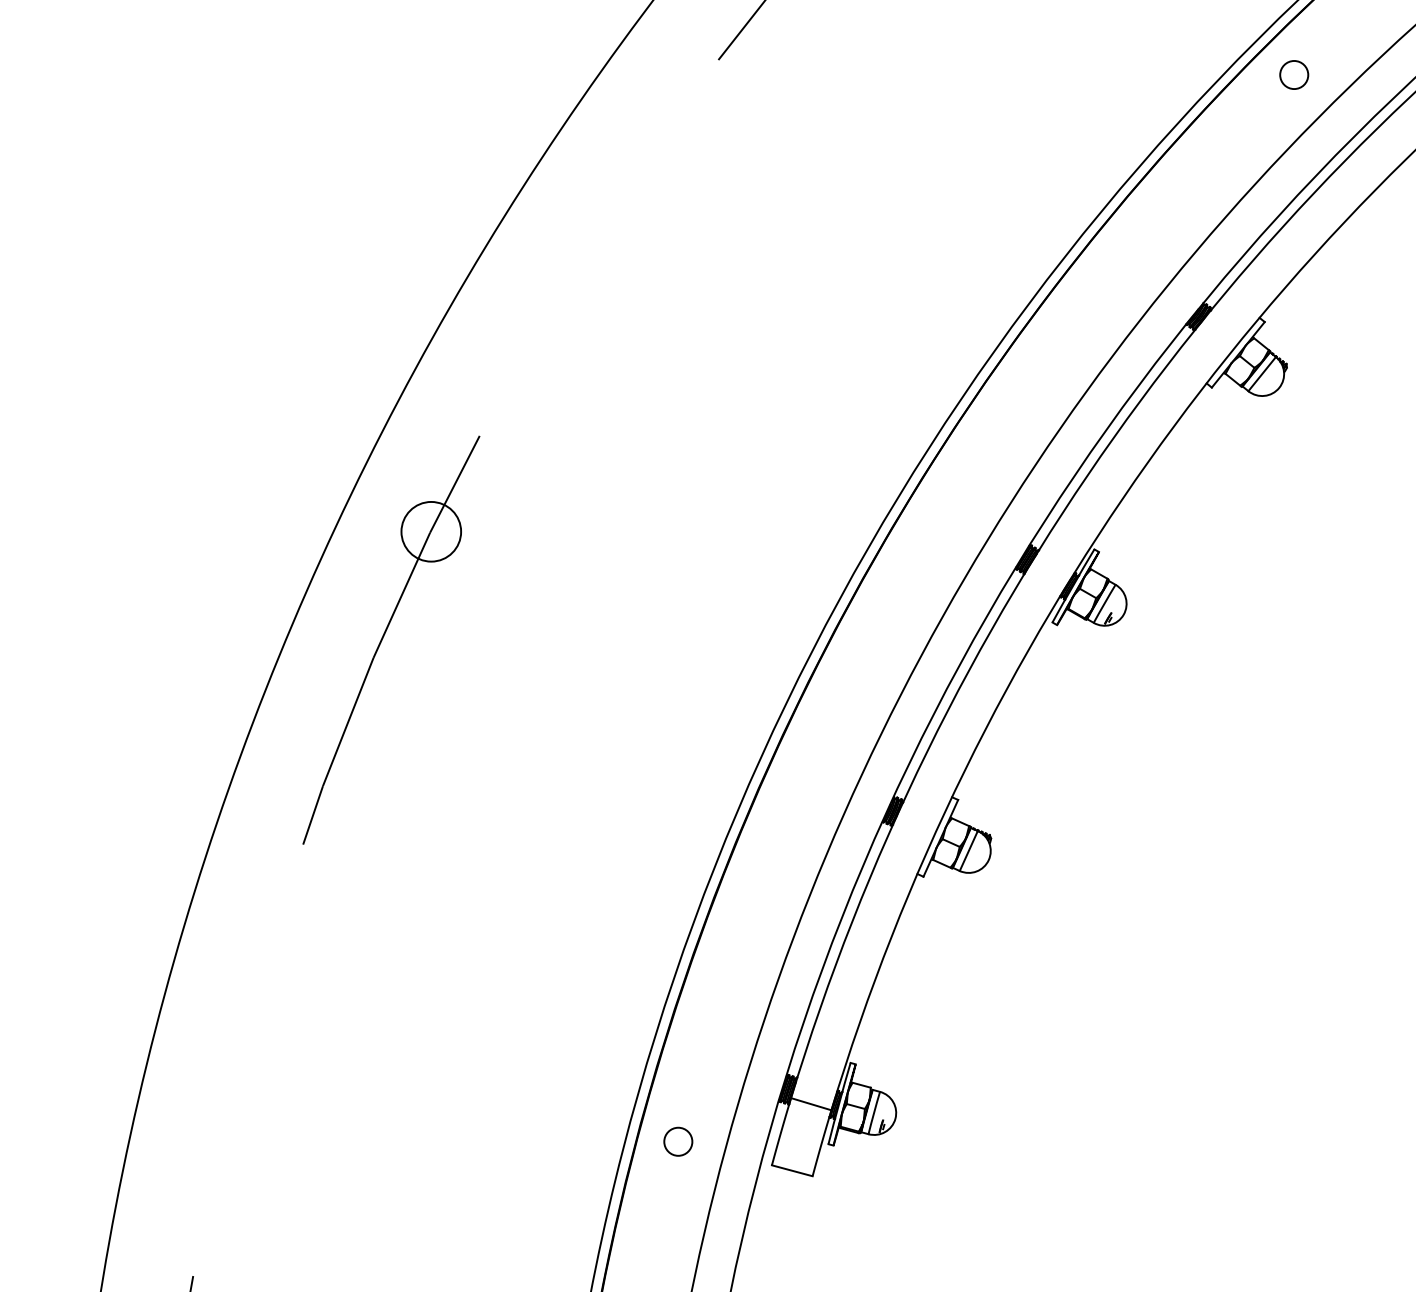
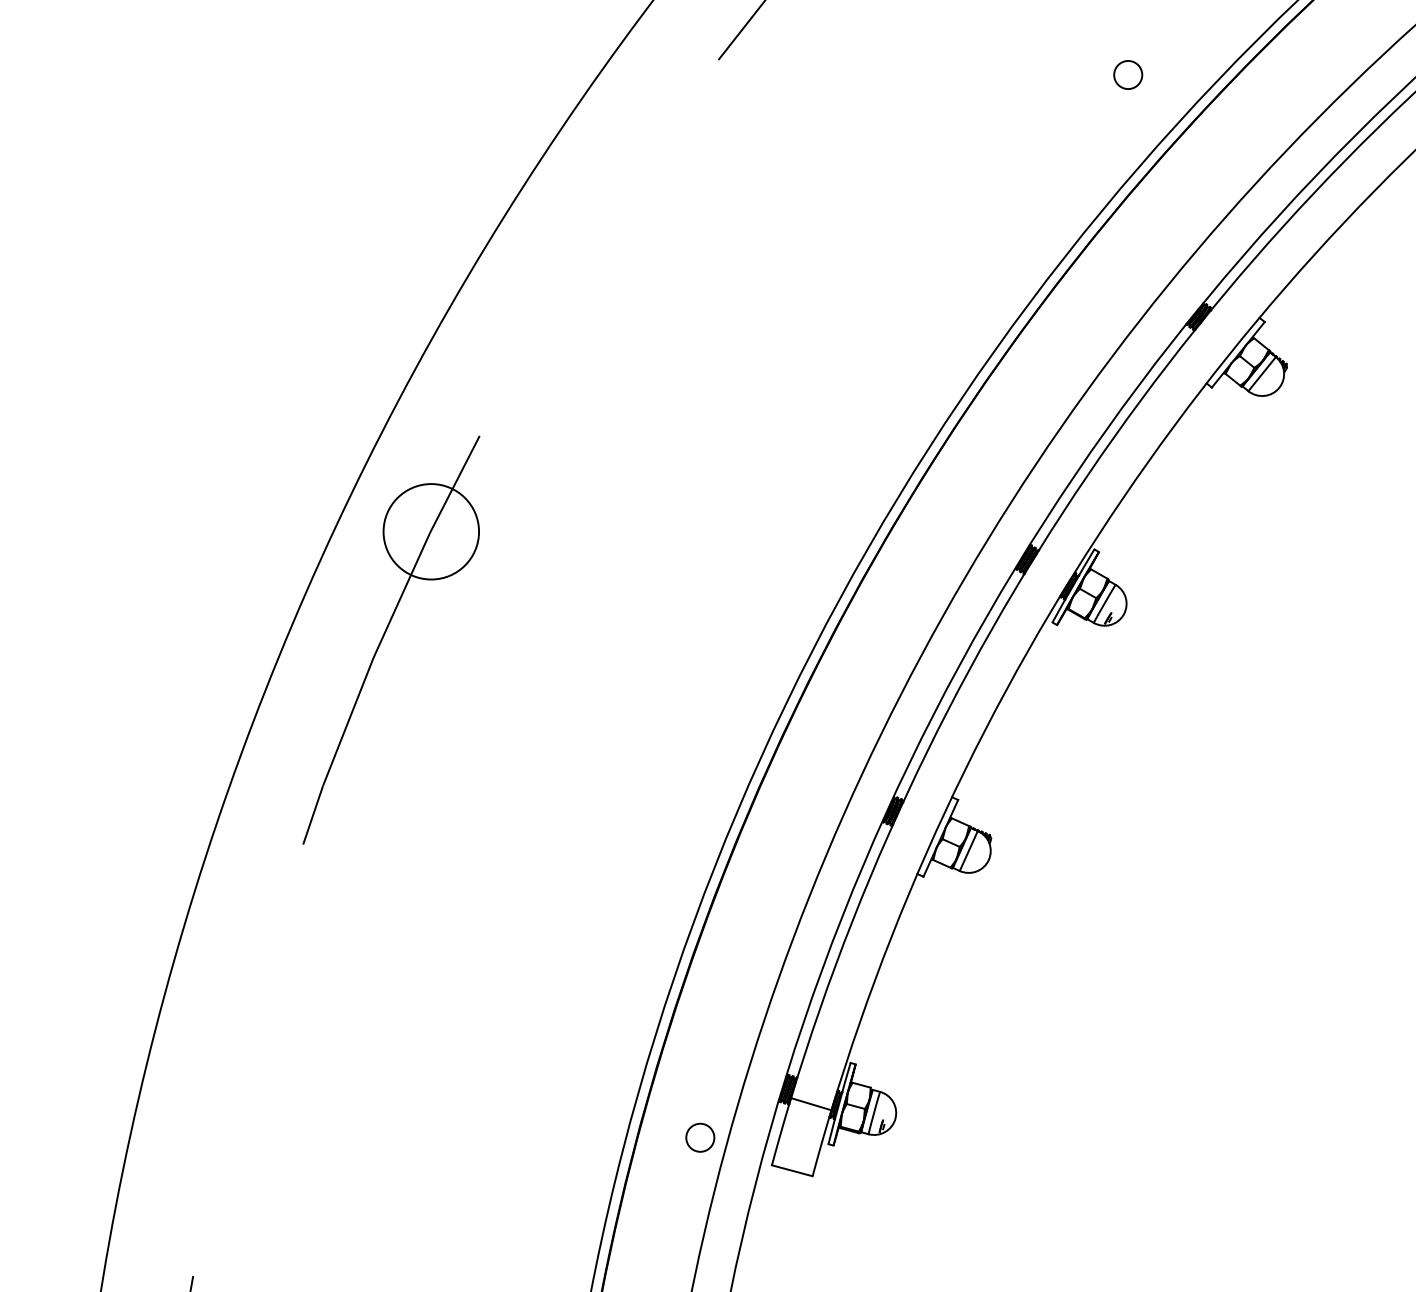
circle at (1294, 74) position: (1294, 74) -> (1128, 74)
circle at (431, 531) diameter: 60 px -> 95 px
circle at (678, 1141) position: (678, 1141) -> (700, 1137)
